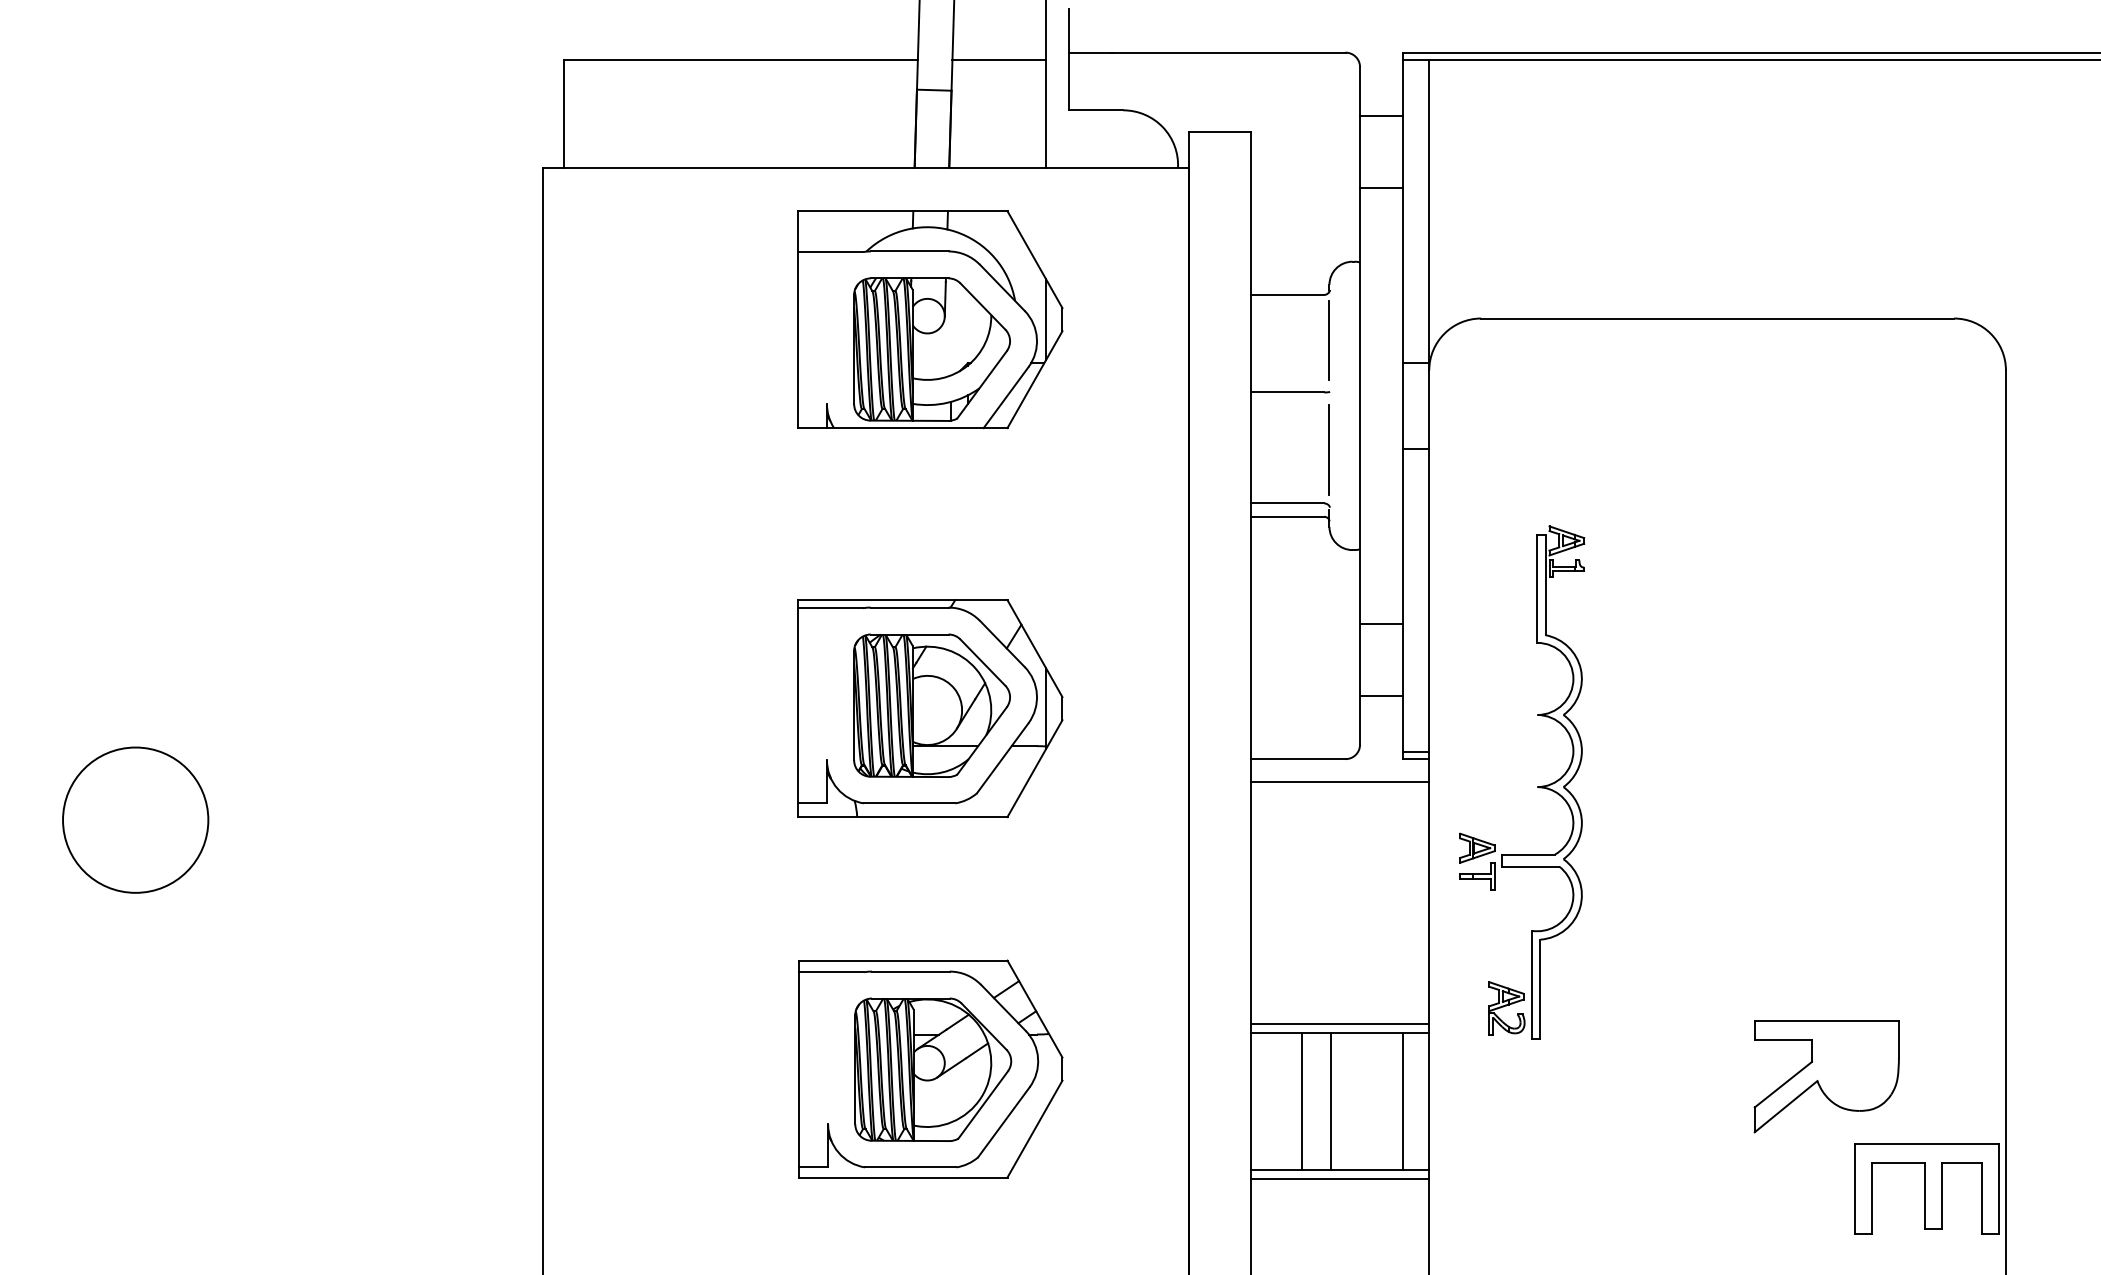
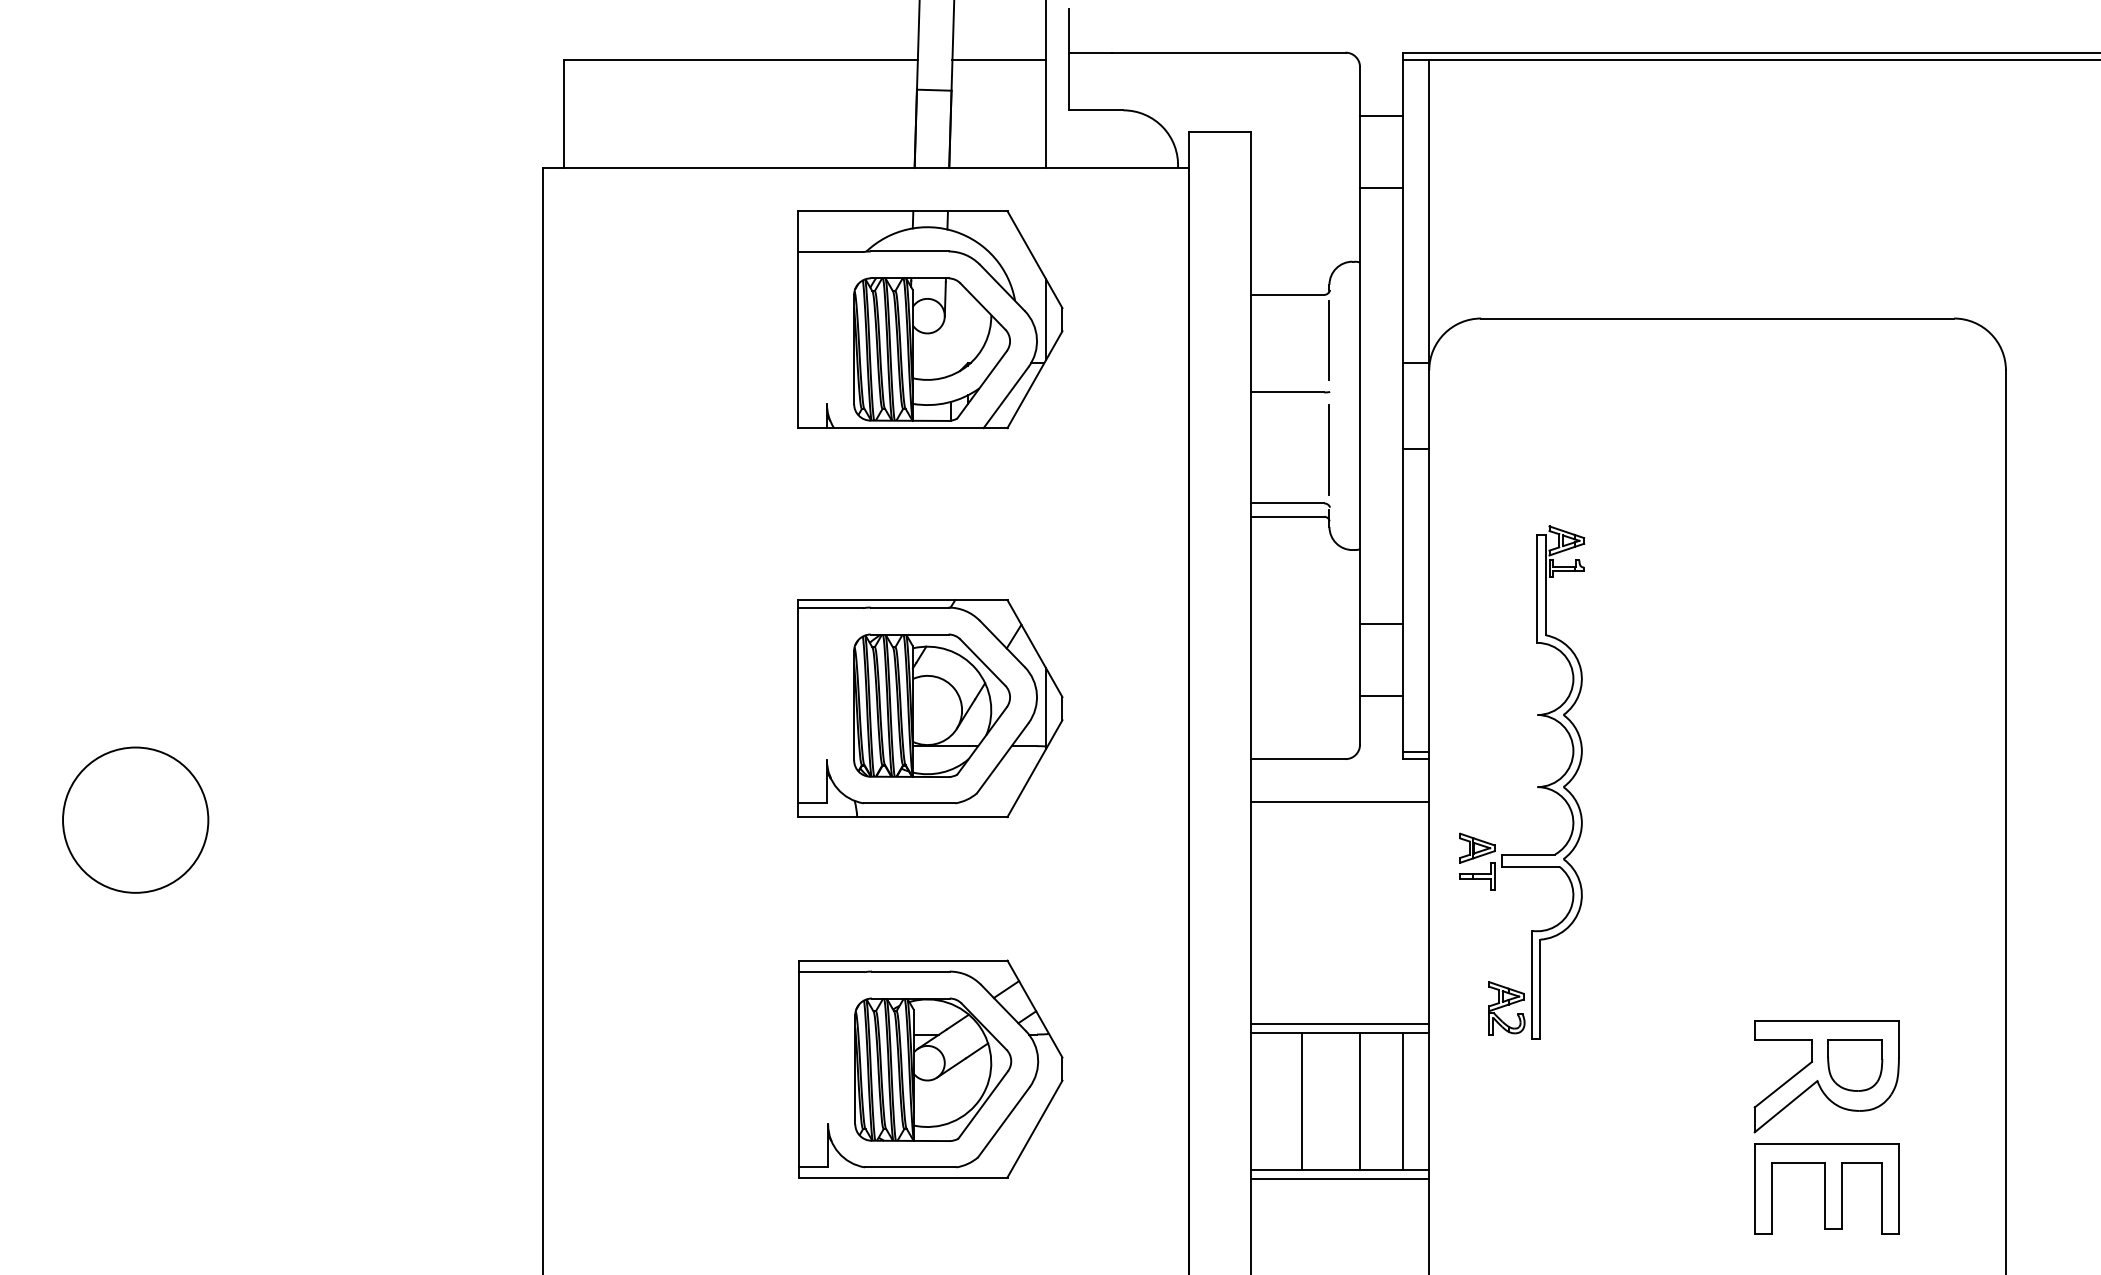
line at (1340, 782) position: (1340, 782) -> (1340, 802)
part at (1855, 1065): none -> present
line at (1331, 1101) position: (1331, 1101) -> (1360, 1101)
part at (1926, 1188) position: (1926, 1188) -> (1826, 1188)
